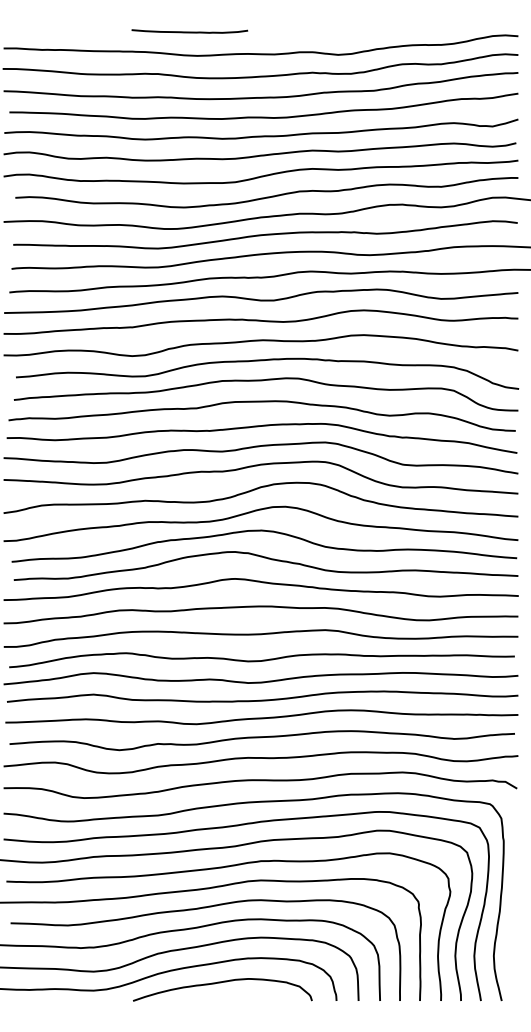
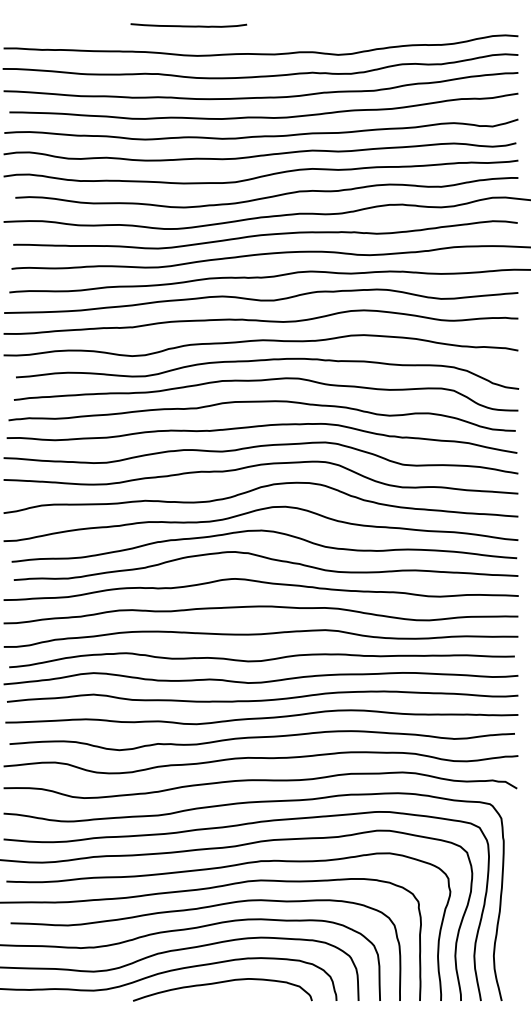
curve at (189, 31) position: (189, 31) -> (188, 25)
